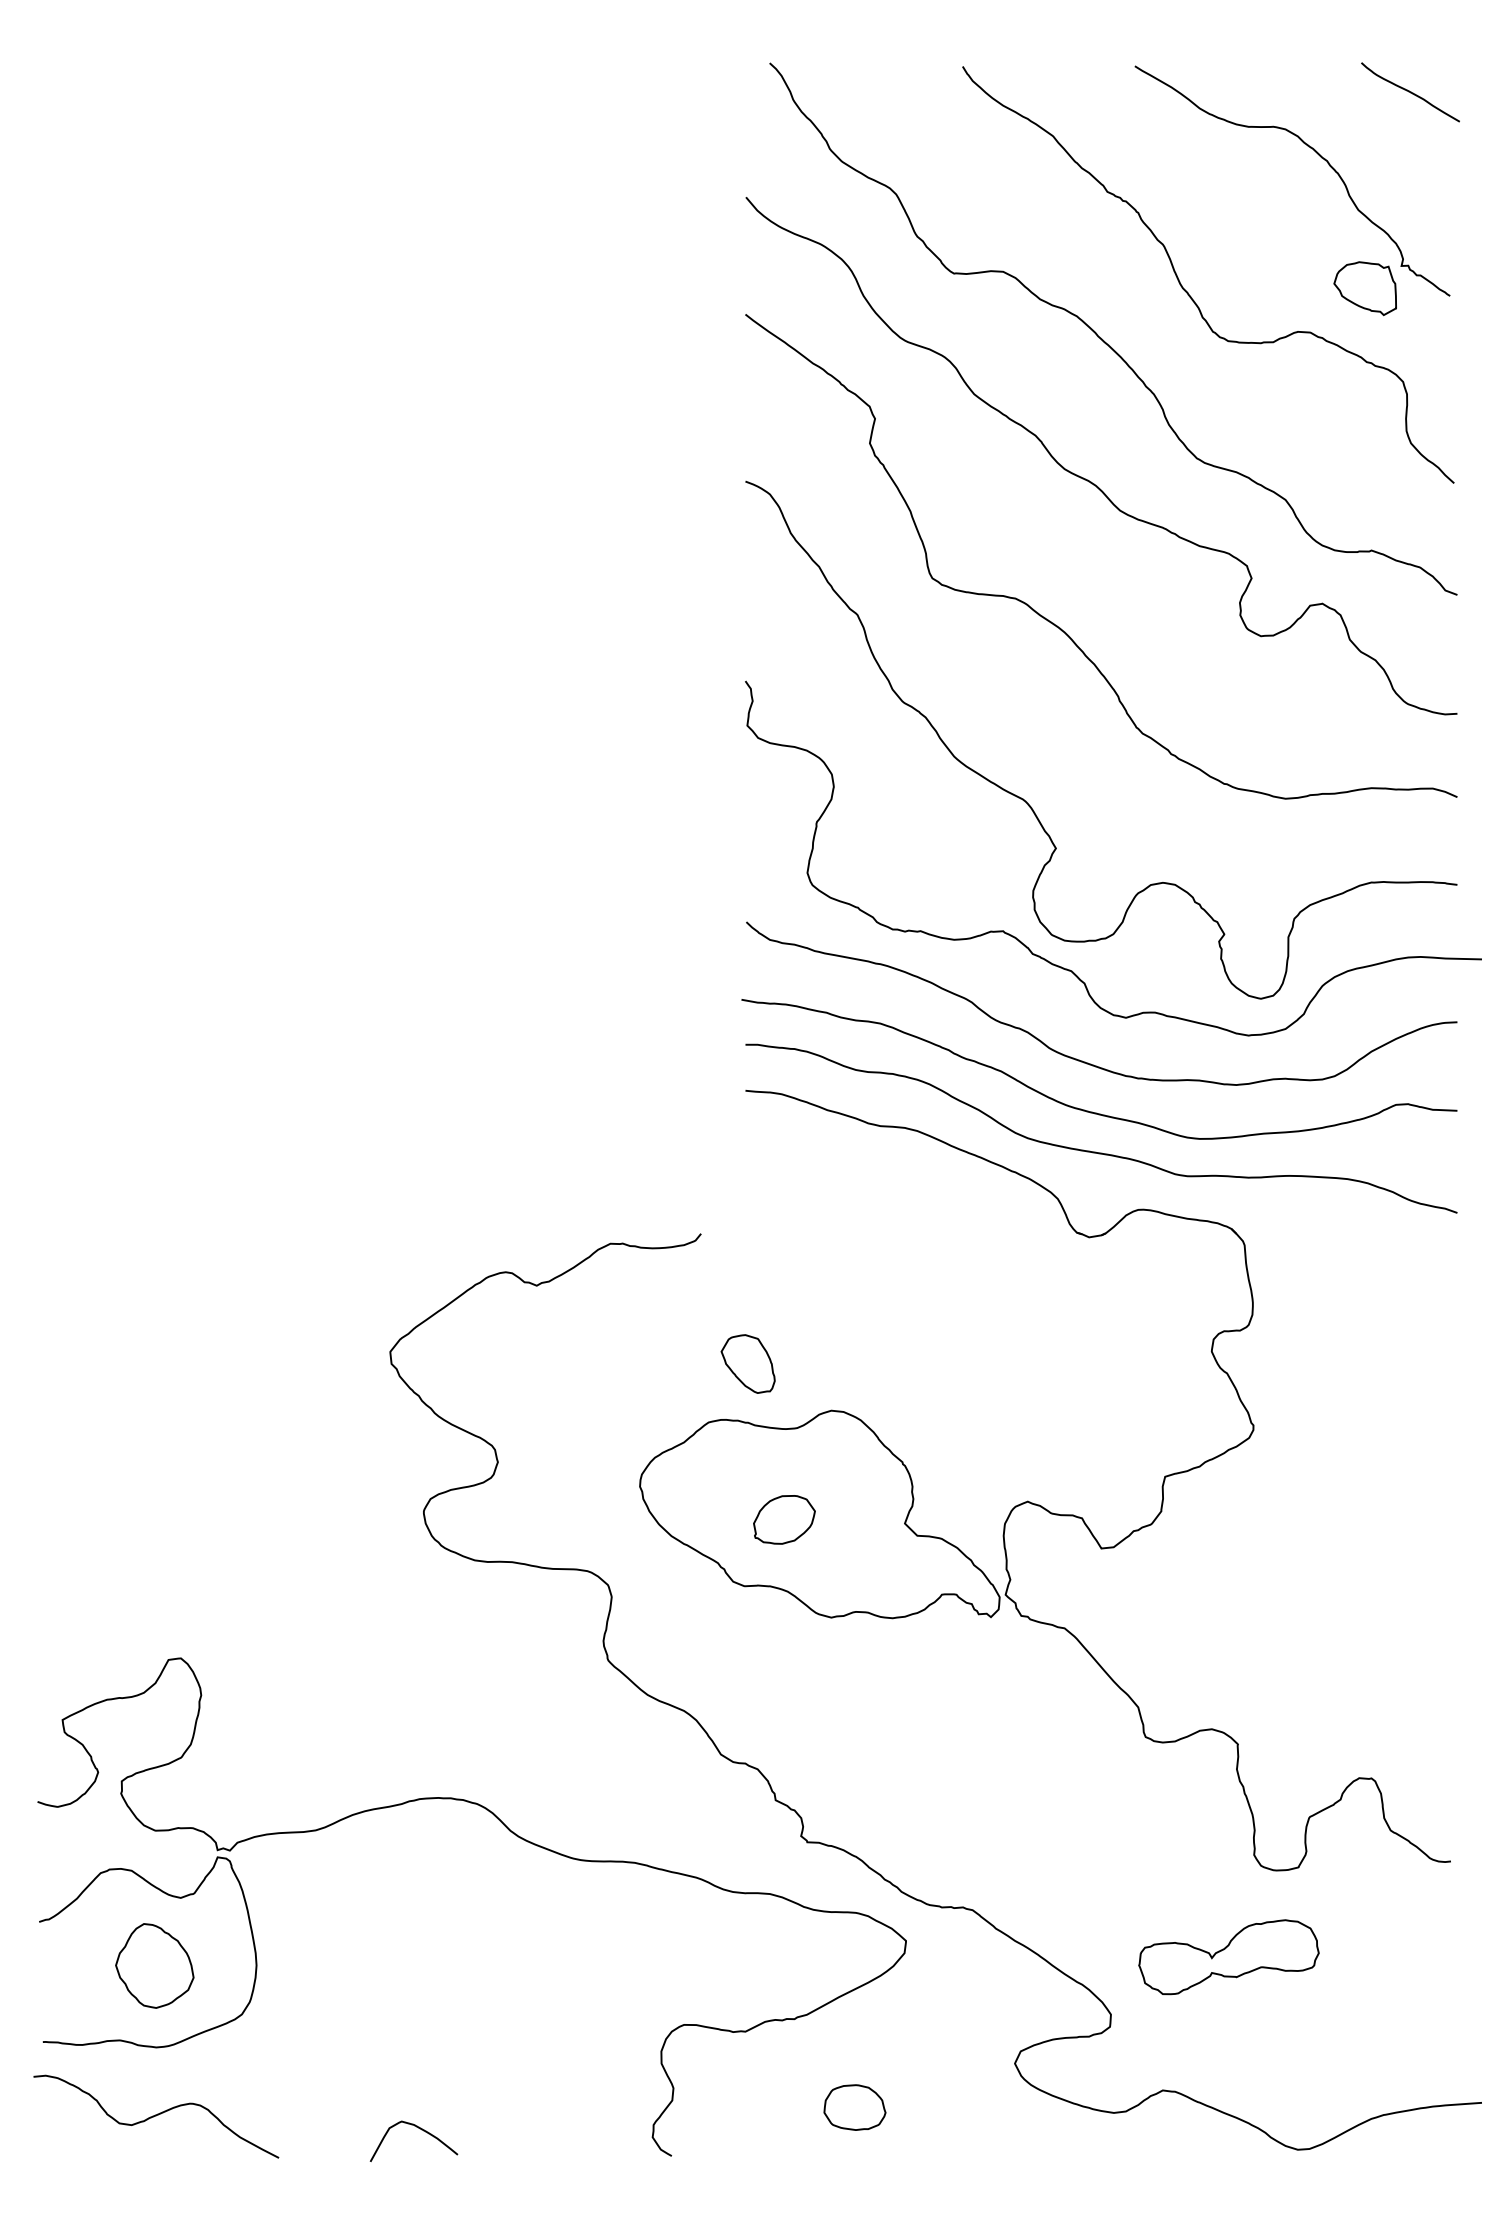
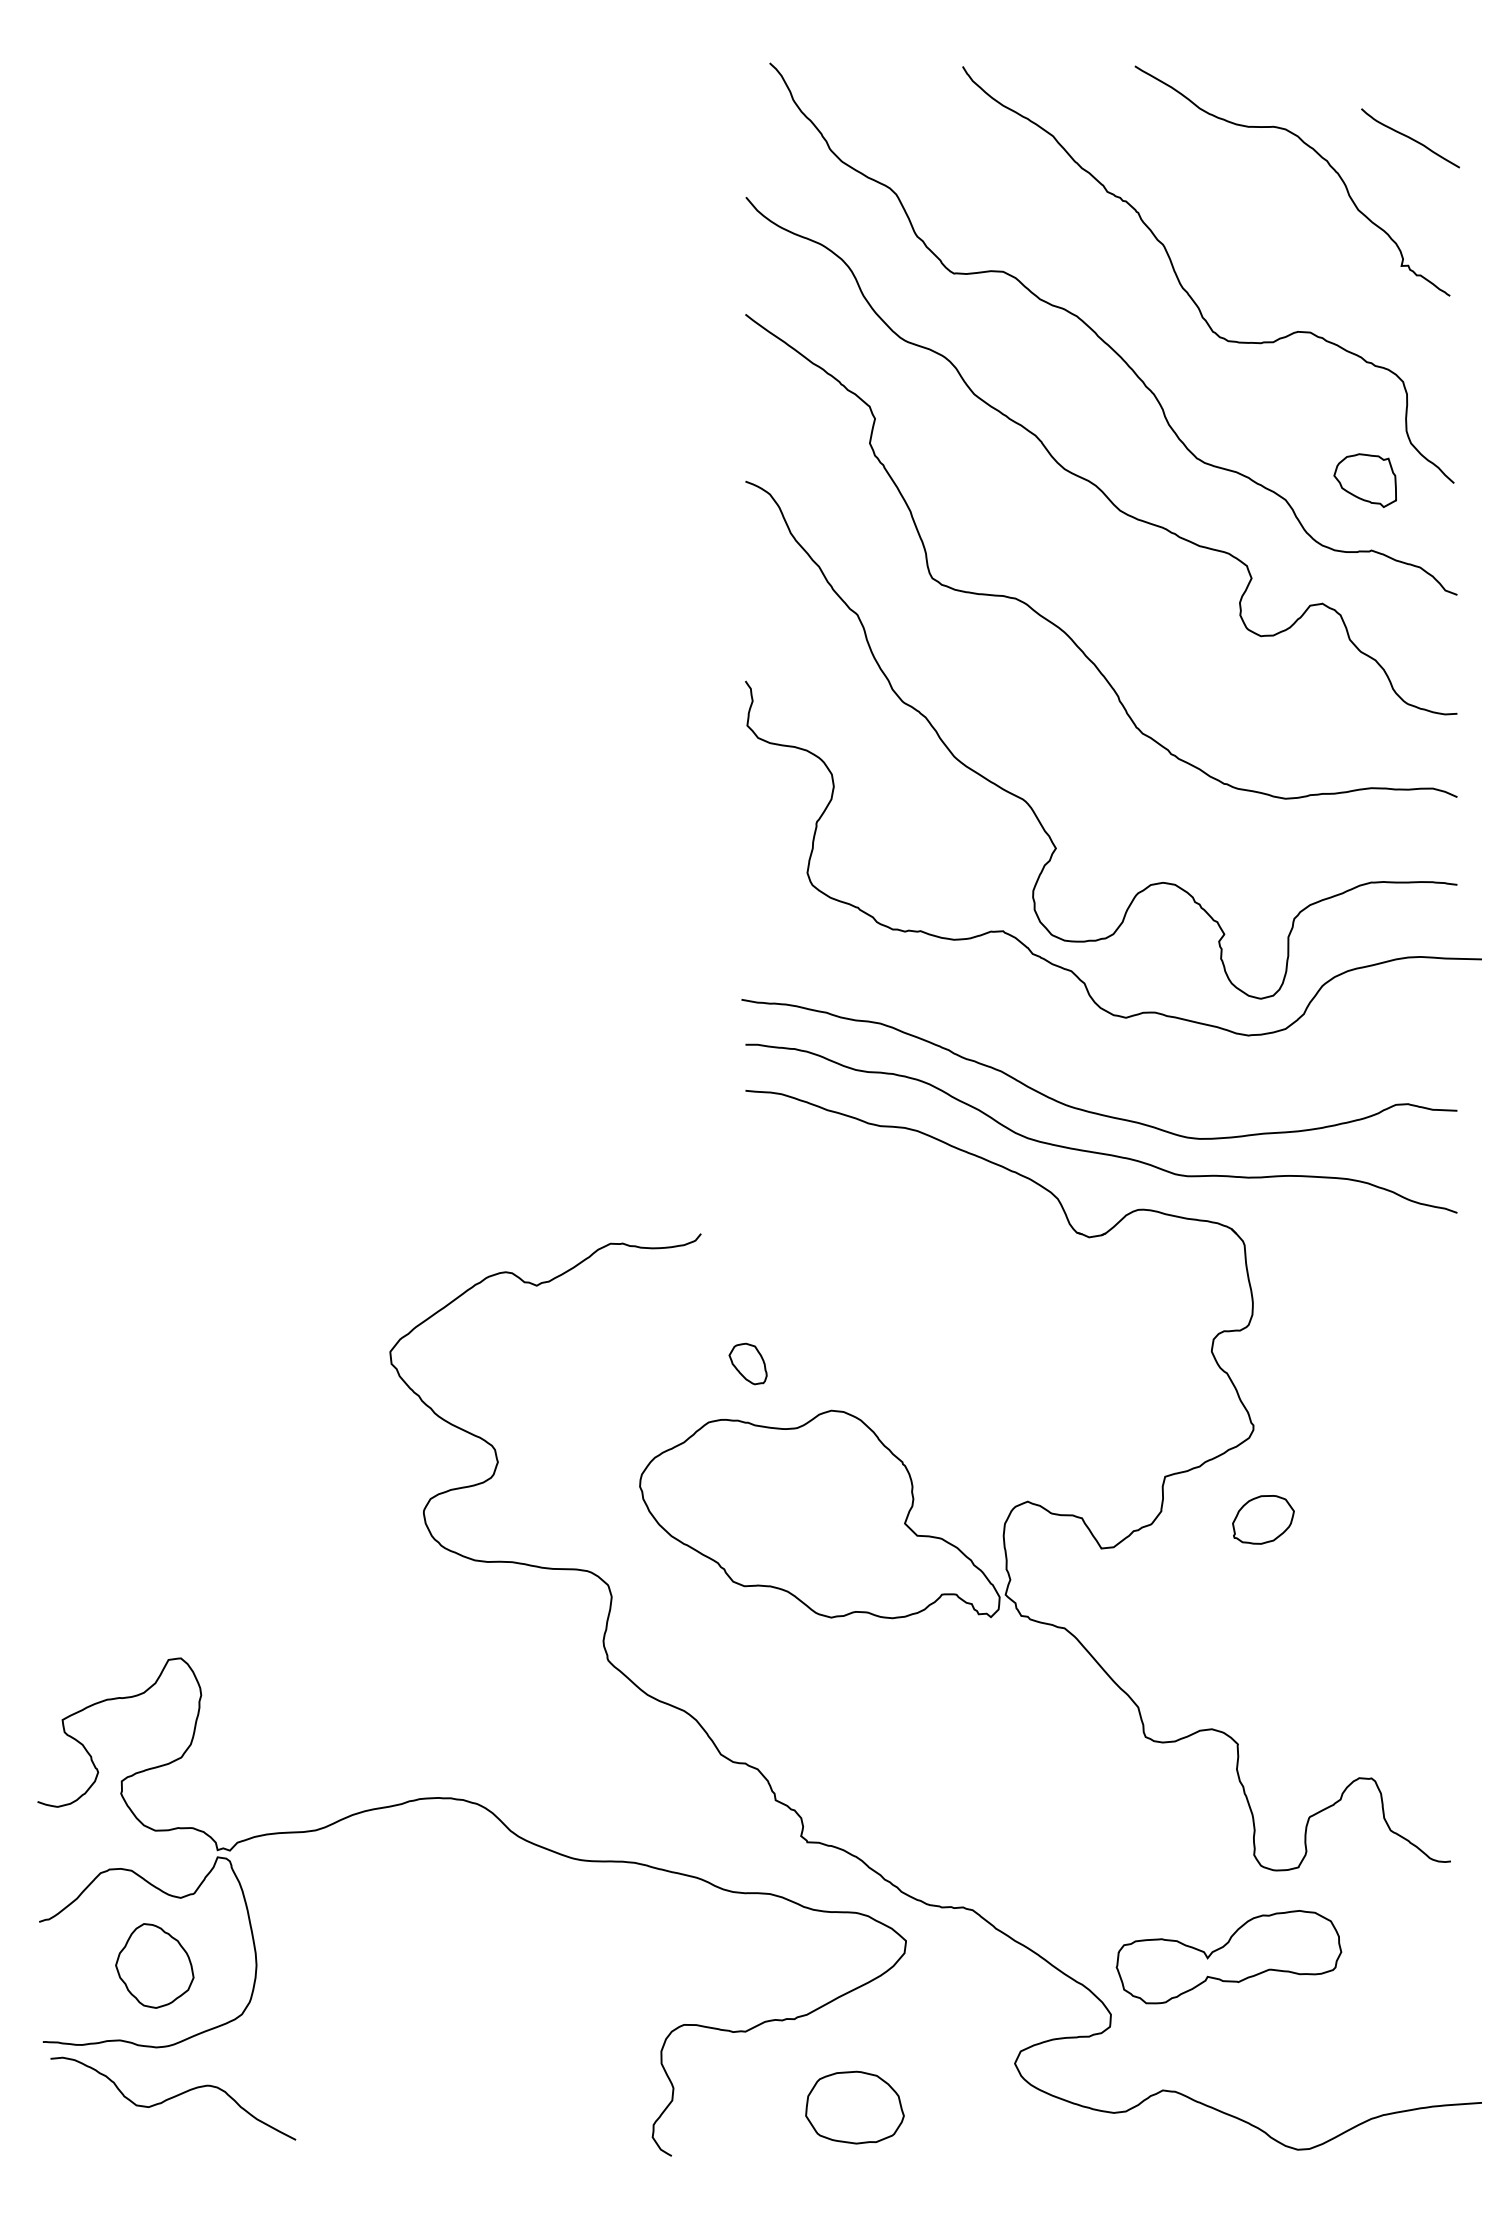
curve at (1410, 92) position: (1410, 92) -> (1410, 138)
part at (1364, 288) position: (1364, 288) -> (1364, 480)
curve at (1082, 1060): present -> none
part at (747, 1363) size: 56x60 px -> 40x44 px
part at (784, 1519) position: (784, 1519) -> (1263, 1519)
part at (1228, 1957) size: 182x77 px -> 228x95 px
part at (854, 2107) size: 64x47 px -> 100x75 px
curve at (156, 2116) position: (156, 2116) -> (173, 2098)
curve at (421, 2130): present -> none
